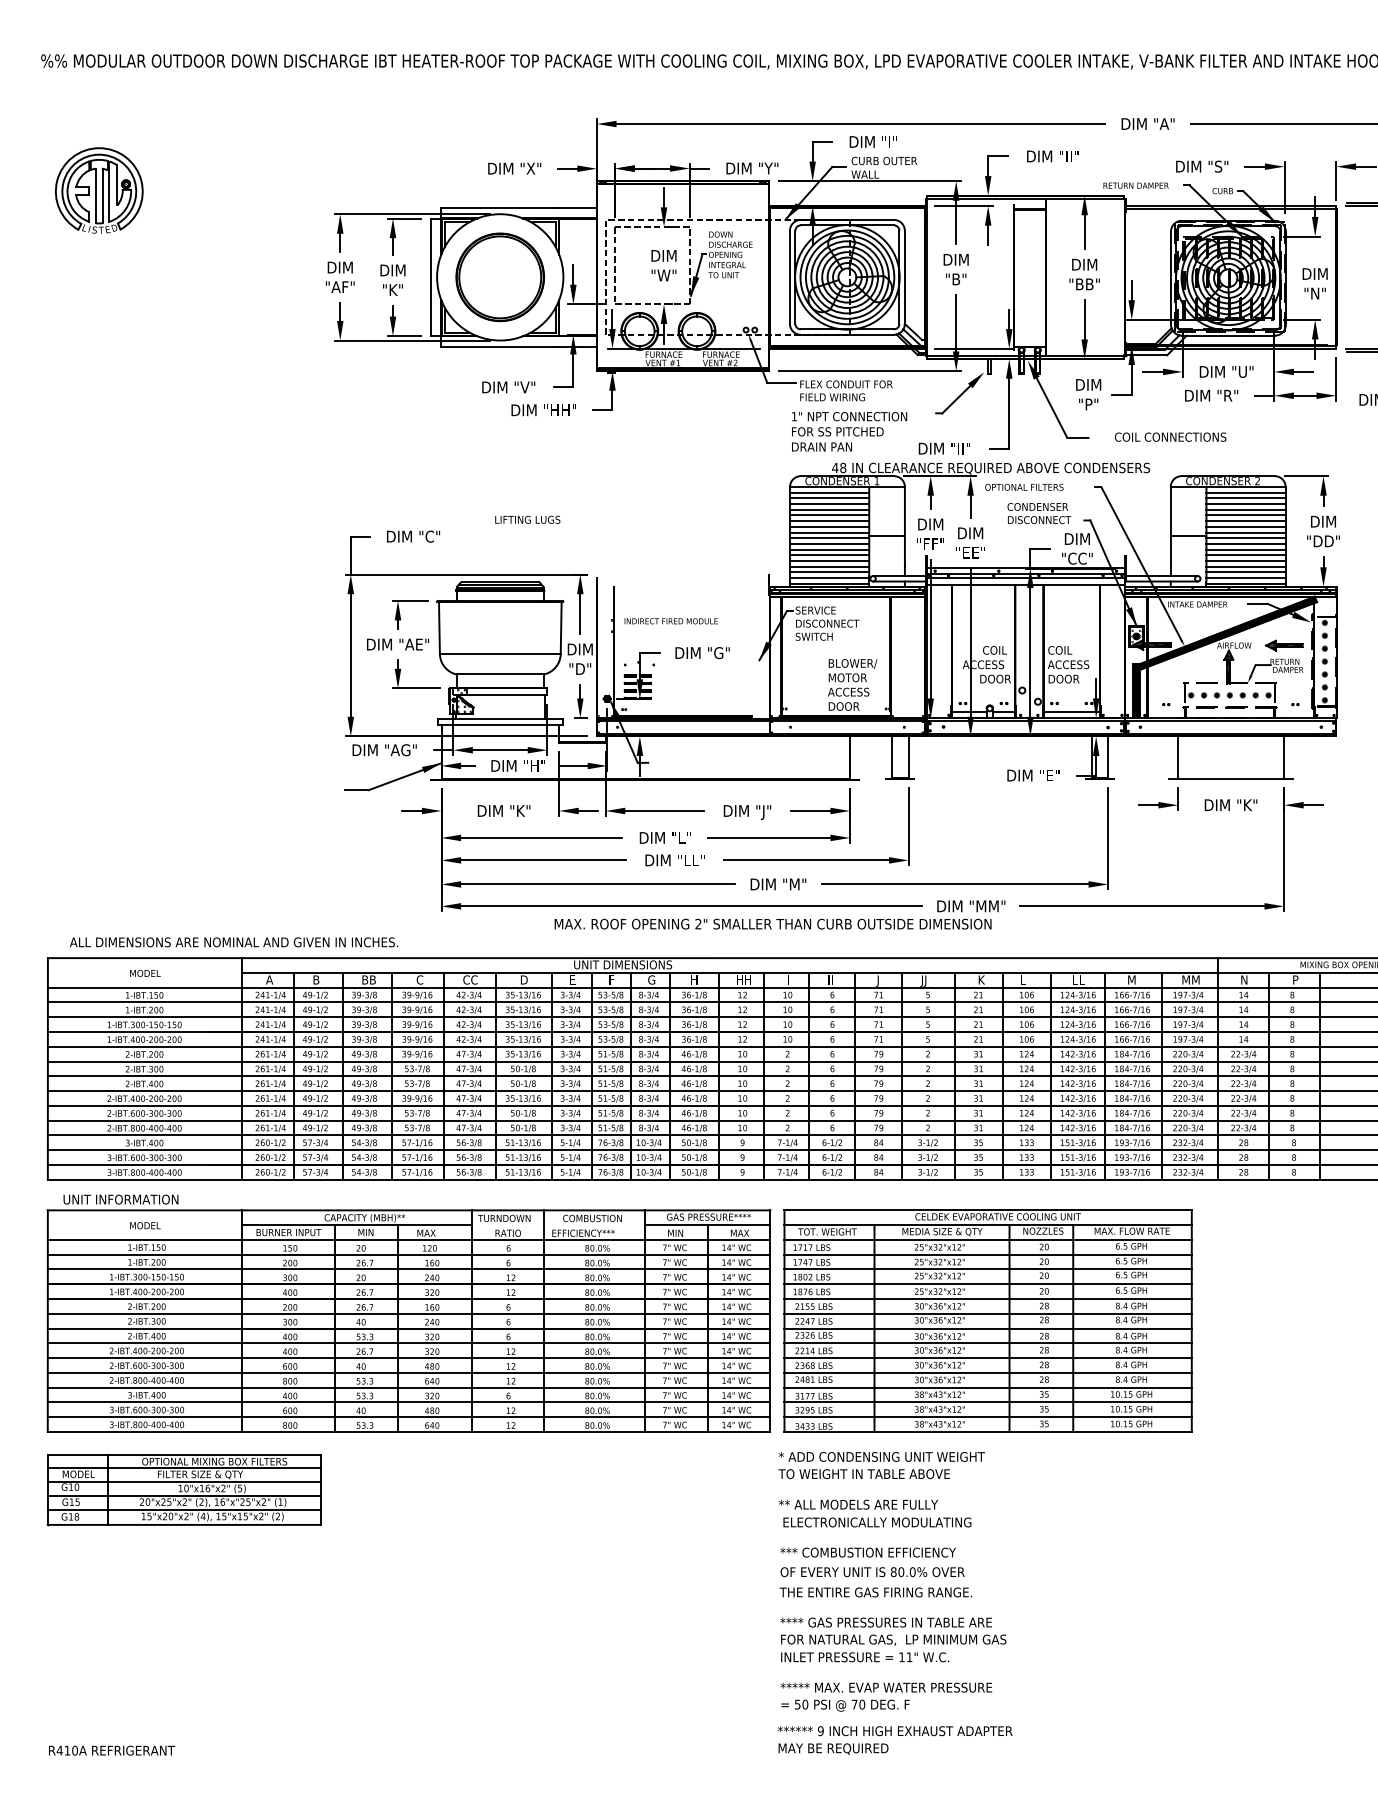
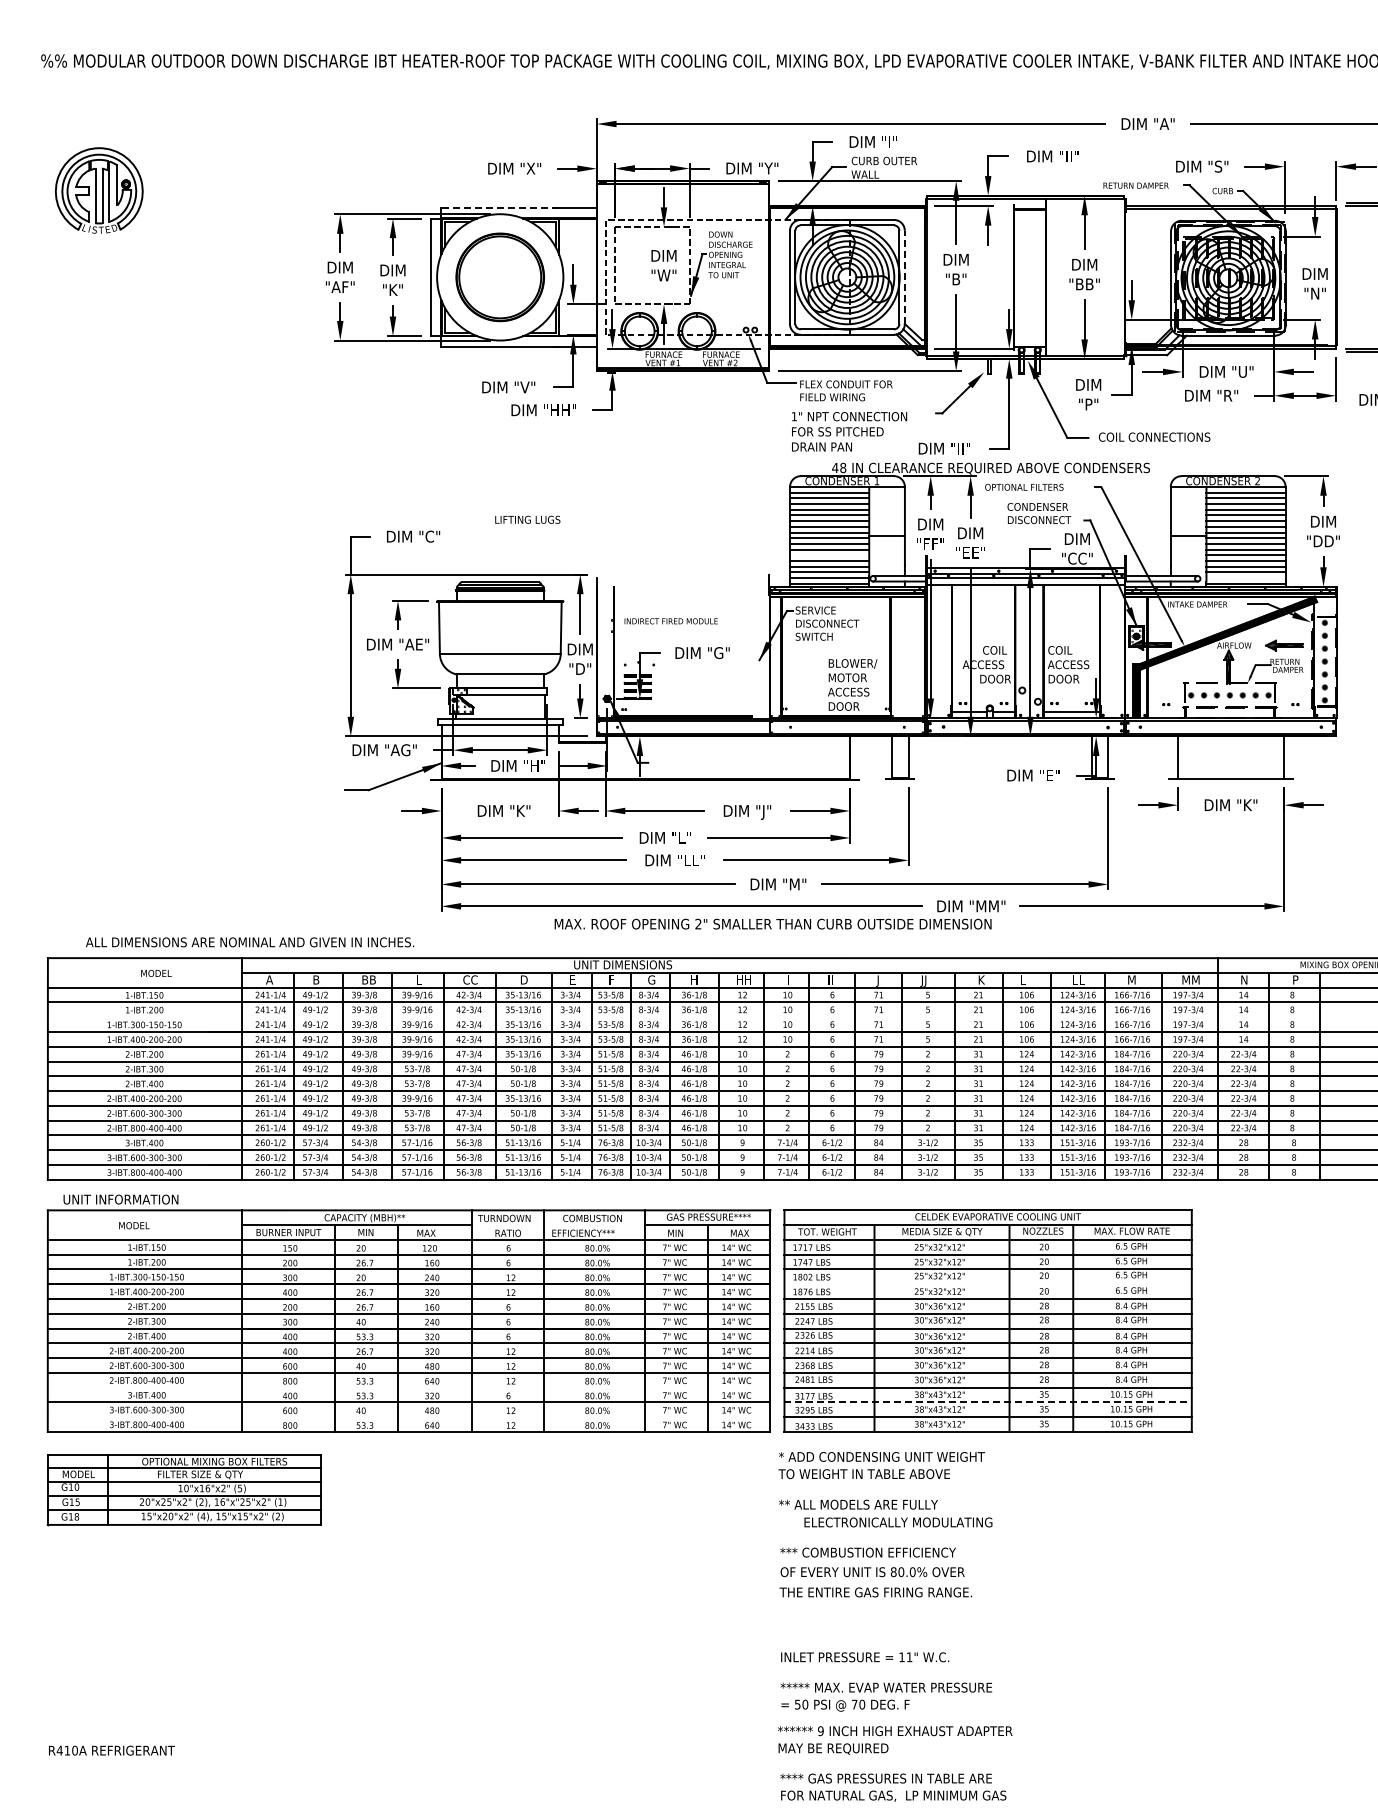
line at (500, 208): solid -> dashed
line at (904, 277): solid -> dashed
text at (1170, 436) position: (1170, 436) -> (1154, 436)
line at (829, 555): present -> none
line at (1245, 578): present -> none
text at (234, 942) position: (234, 942) -> (250, 942)
text at (145, 972) position: (145, 972) -> (156, 972)
text at (419, 979): C -> L
line at (710, 1017): present -> none
text at (145, 1225) position: (145, 1225) -> (134, 1225)
line at (987, 1284): present -> none
line at (408, 1387): present -> none
line at (988, 1402): solid -> dashed
line at (408, 1417): present -> none
text at (877, 1522) position: (877, 1522) -> (898, 1522)
text at (893, 1631) position: (893, 1631) -> (893, 1787)
